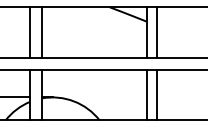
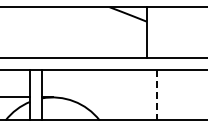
line at (30, 32): present -> none
line at (42, 32): present -> none
line at (157, 32): present -> none
line at (146, 94): present -> none
line at (157, 95): solid -> dashed
